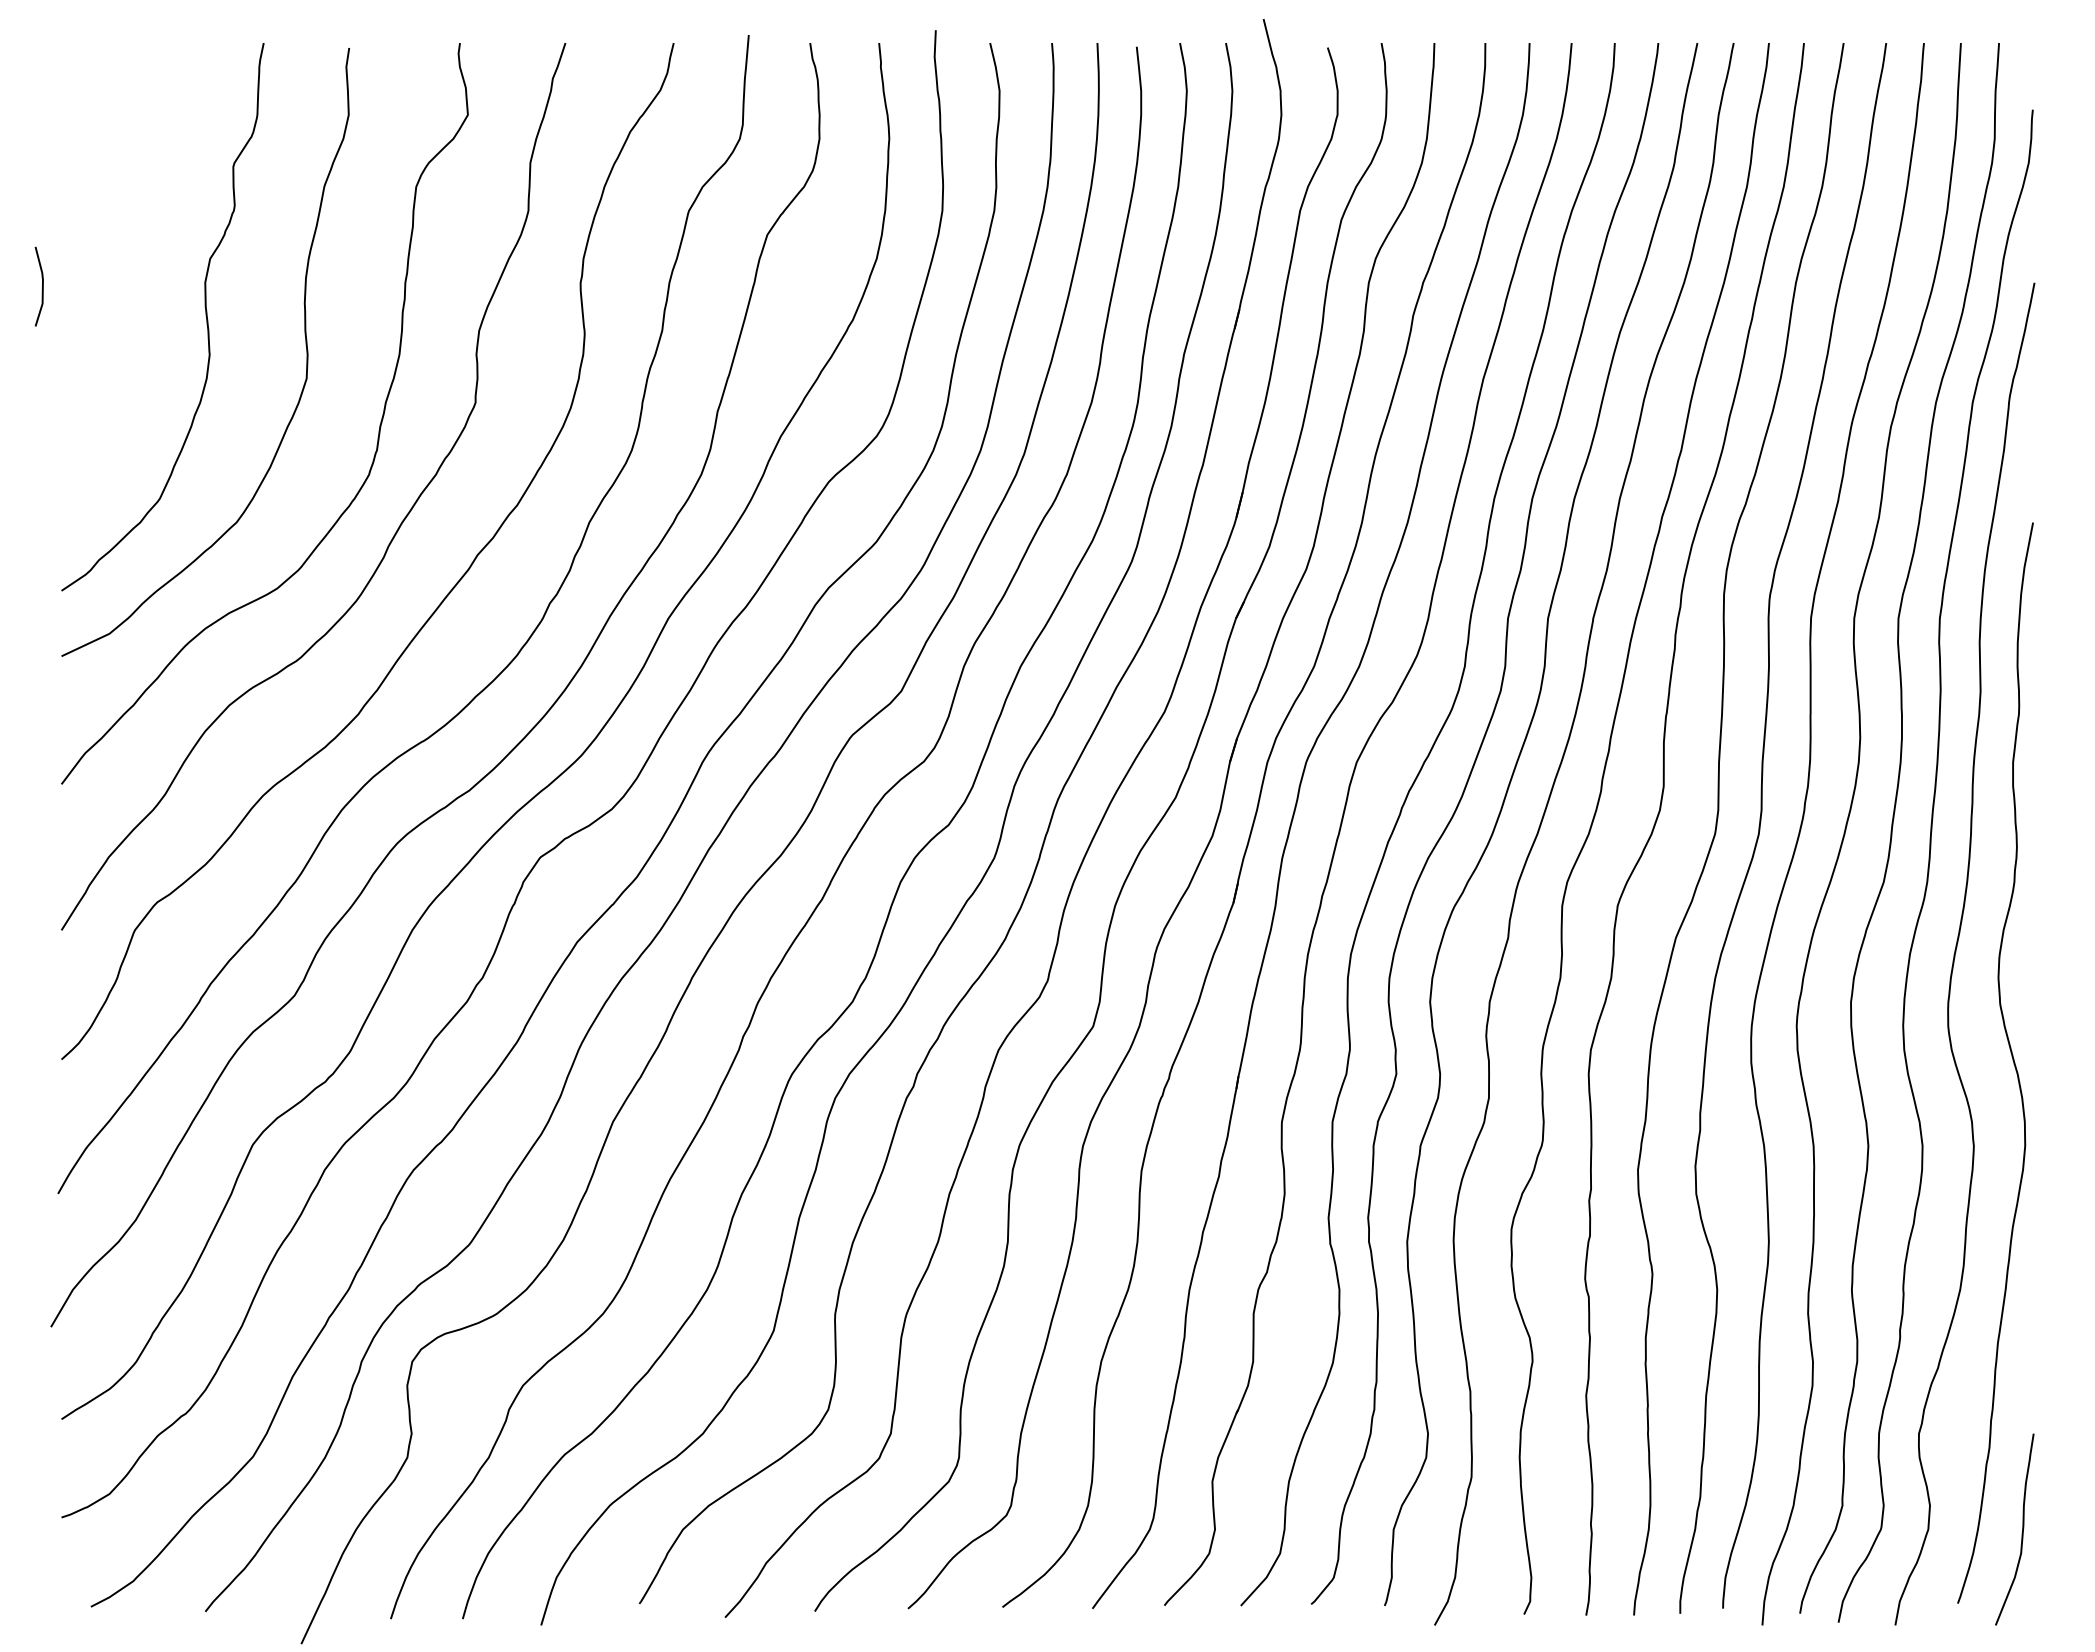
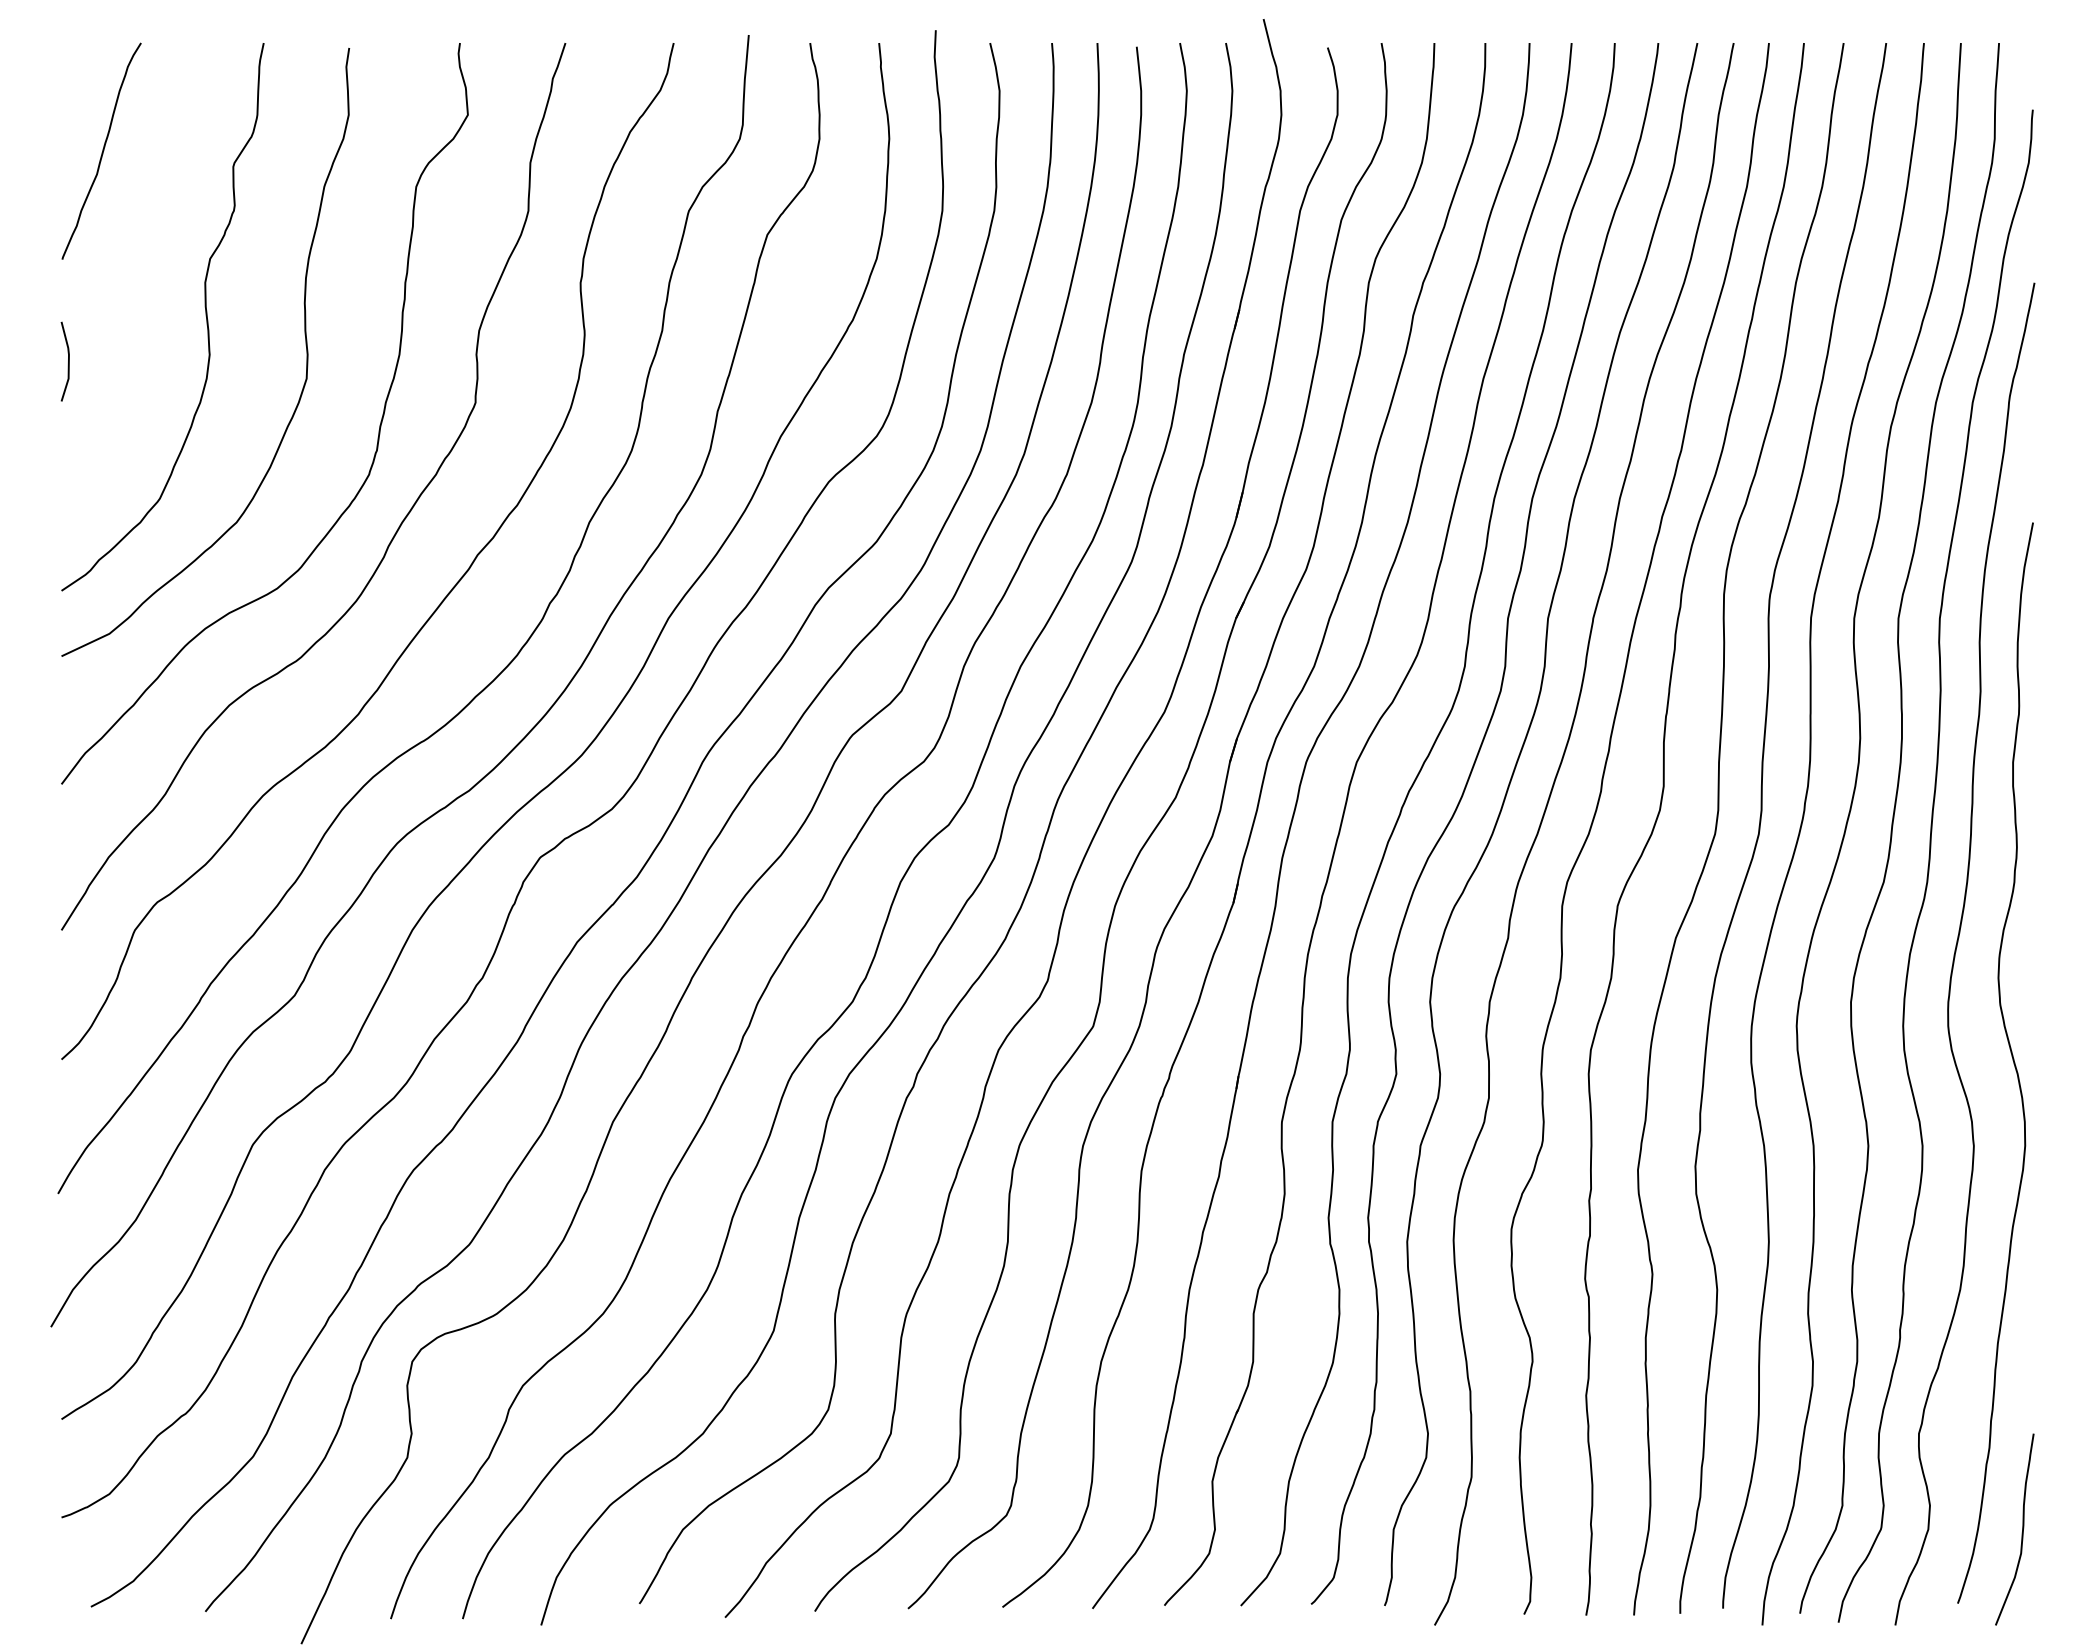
curve at (102, 150): none -> present
line at (42, 286) position: (42, 286) -> (68, 361)
